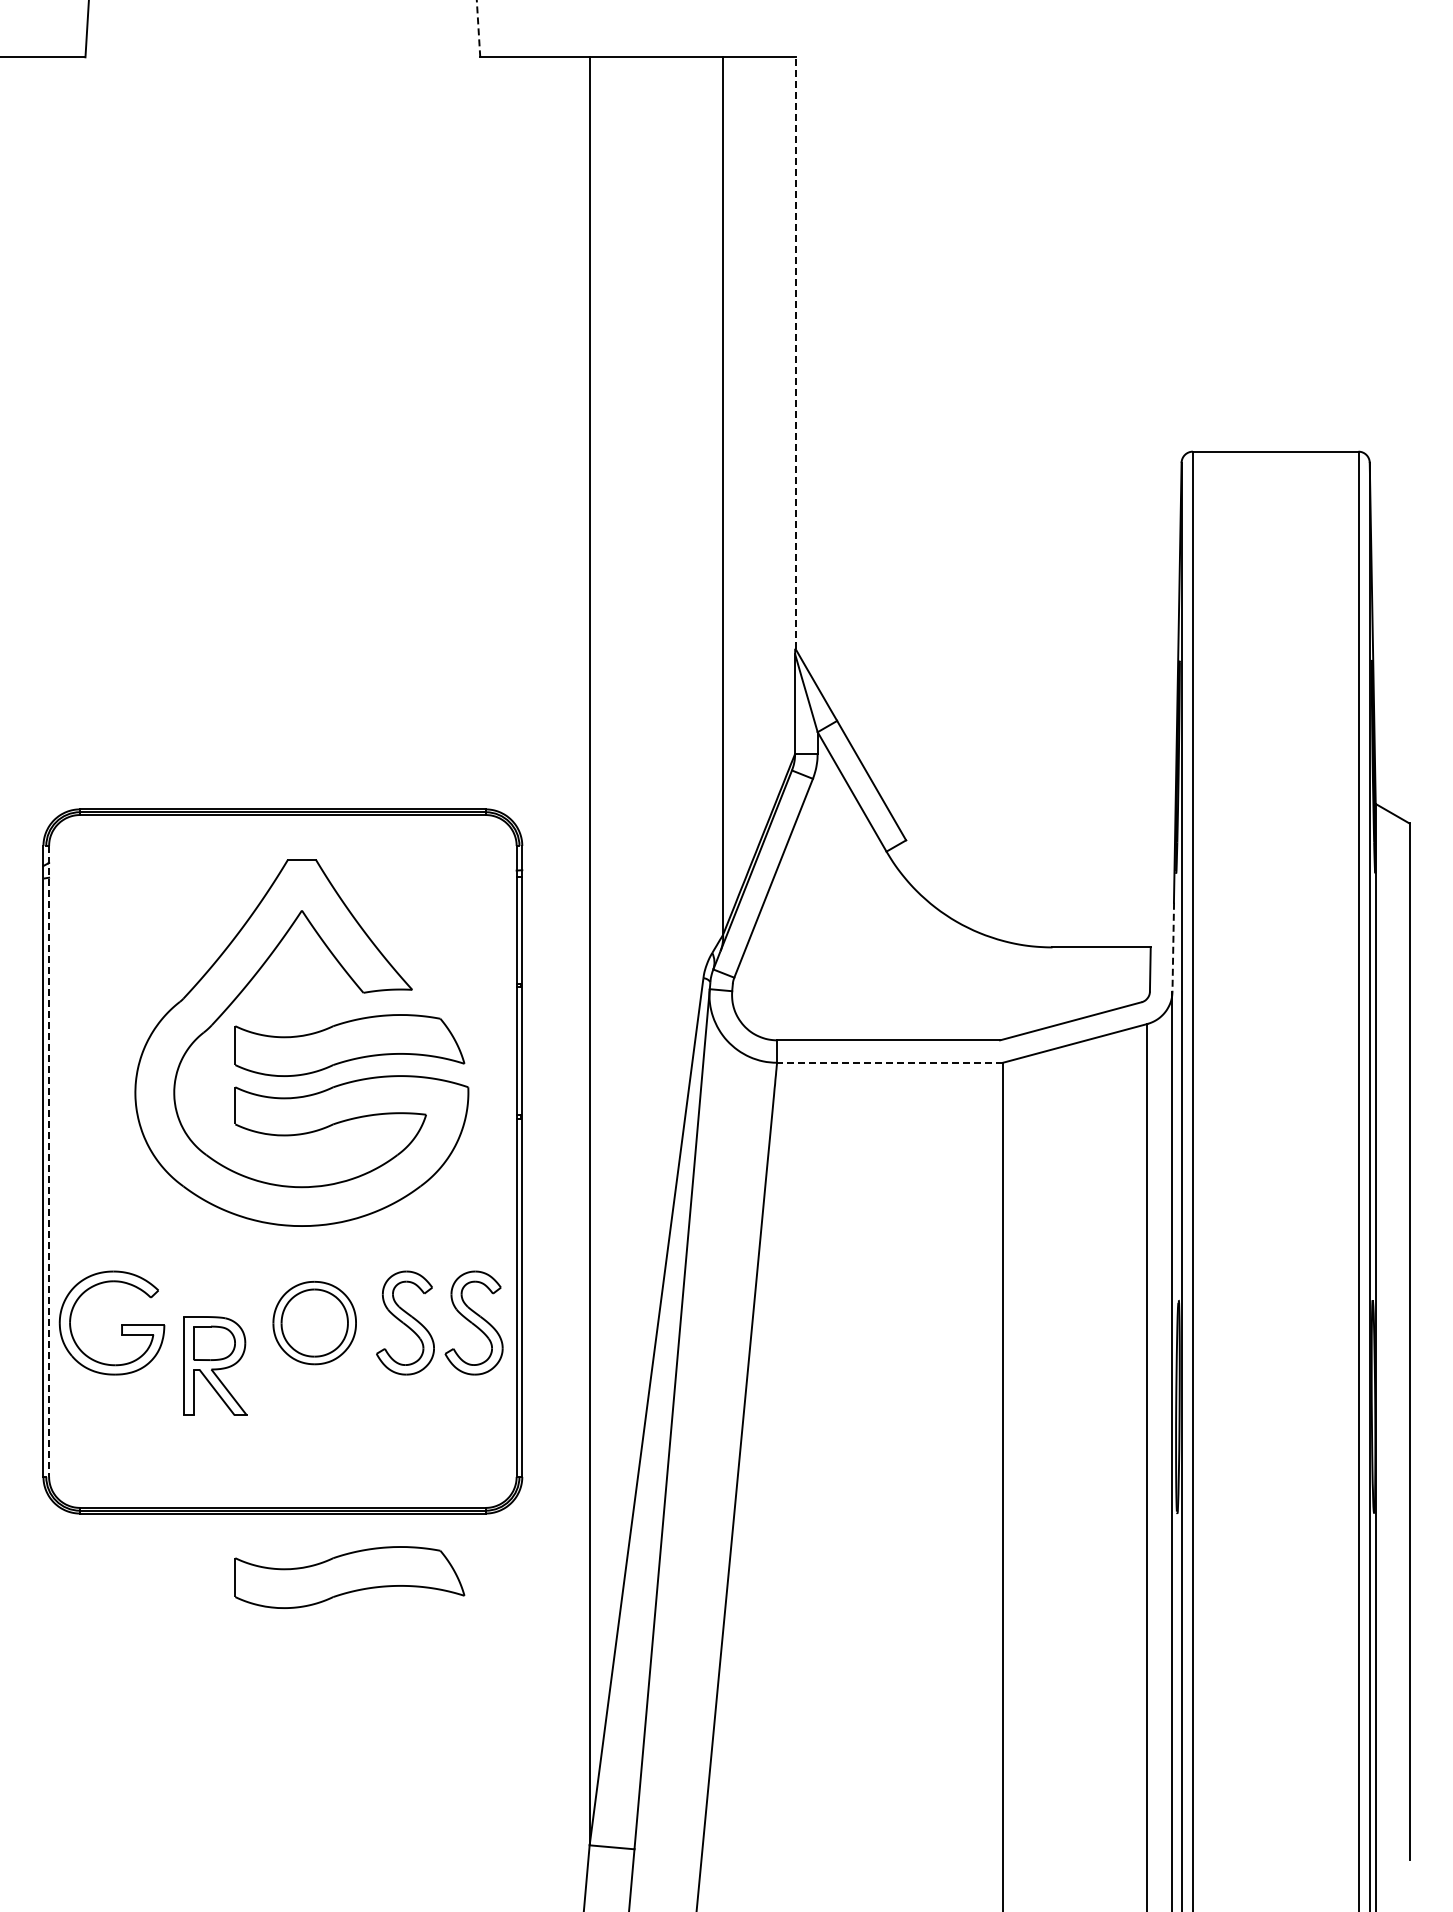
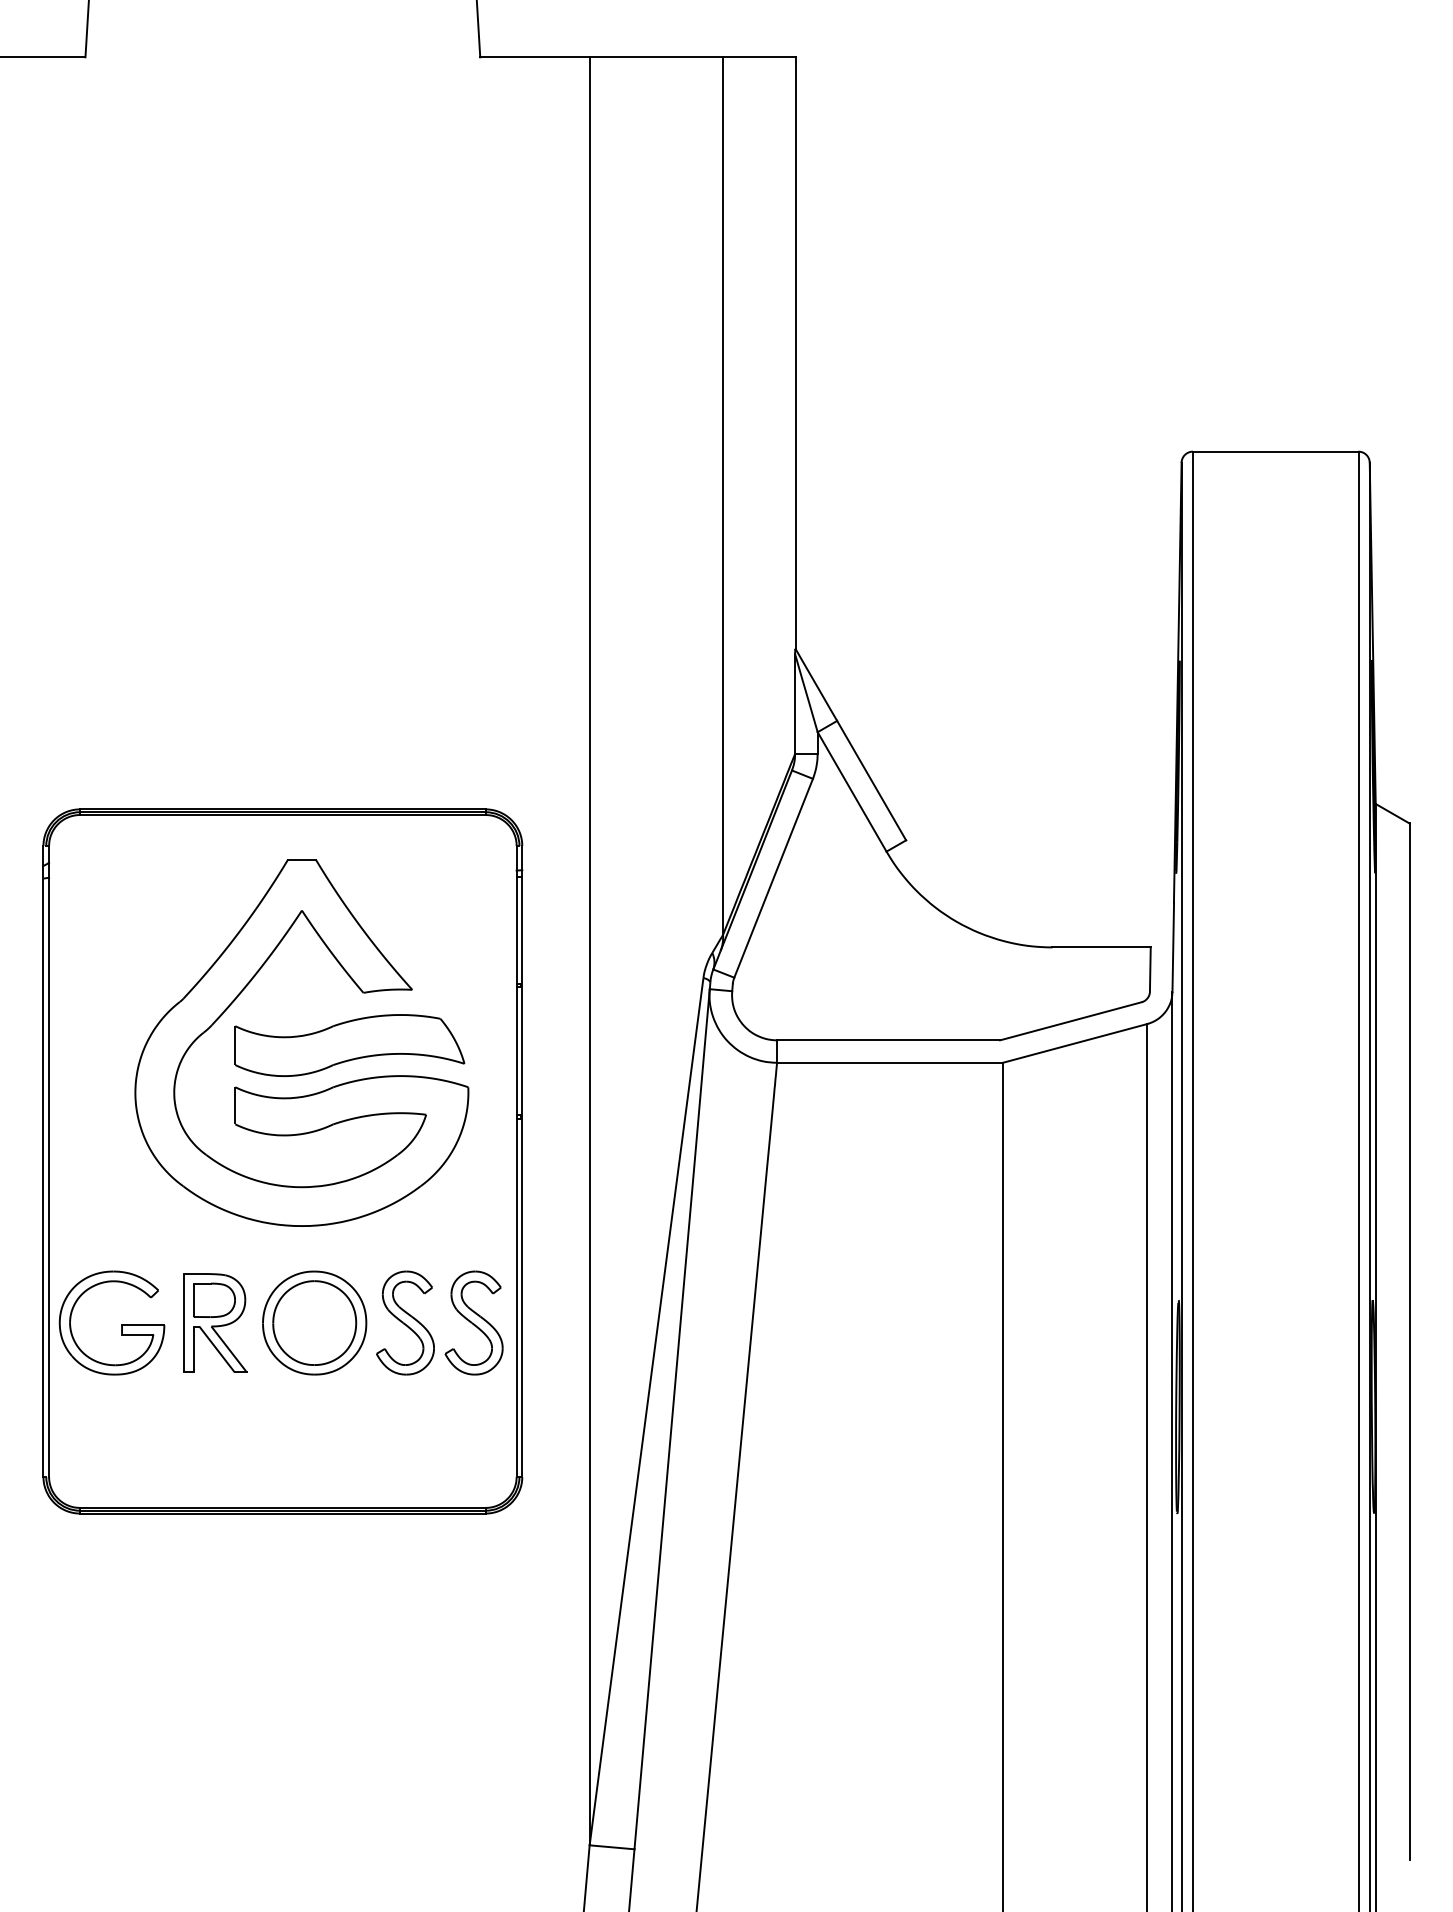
line at (478, 28): dashed -> solid
line at (795, 353): dashed -> solid
line at (1173, 947): dashed -> solid
line at (890, 1062): dashed -> solid
line at (49, 1161): dashed -> solid
part at (314, 1322) size: 85x86 px -> 106x106 px
part at (215, 1365) position: (215, 1365) -> (215, 1322)
part at (349, 1577): present -> none
